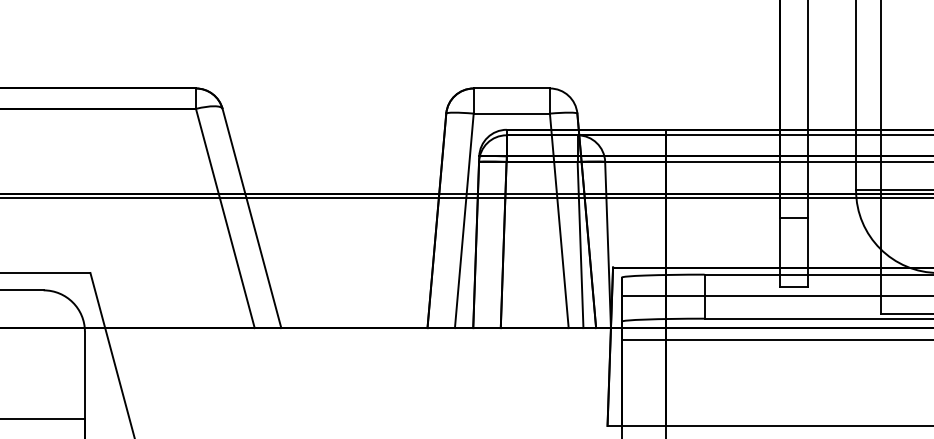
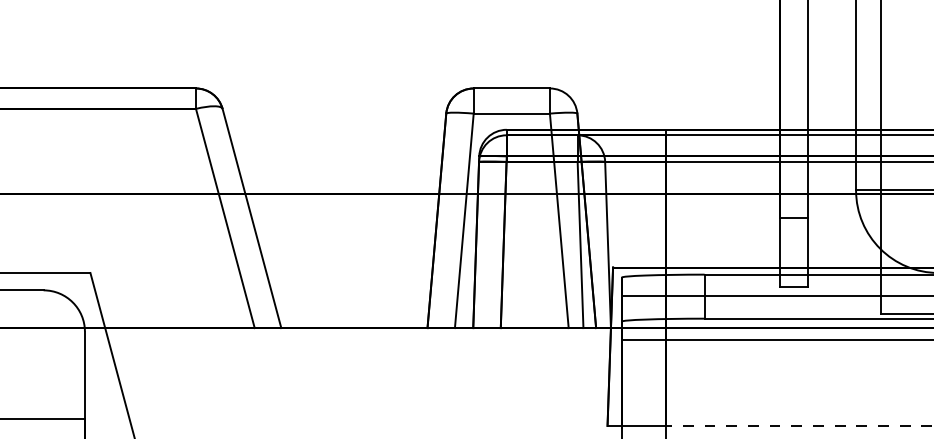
line at (466, 197): present -> none
line at (799, 425): solid -> dashed
